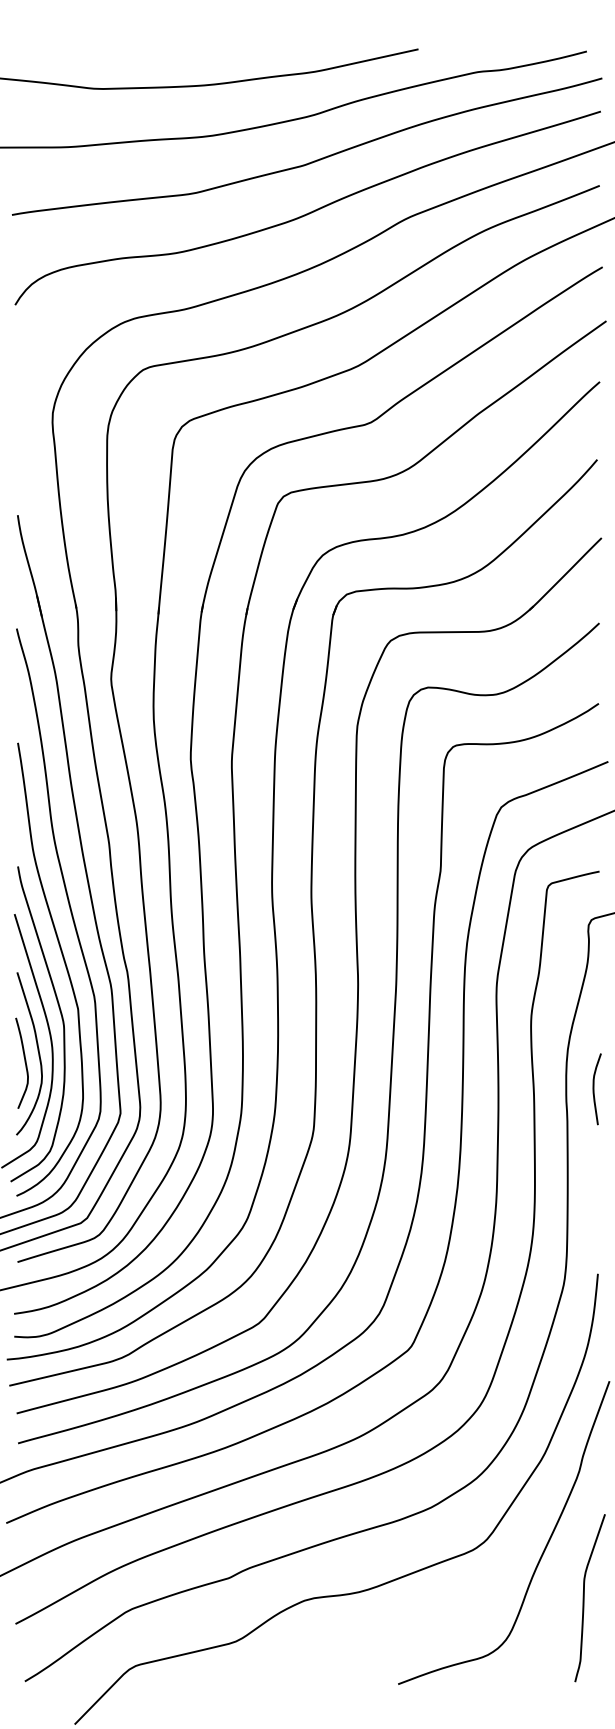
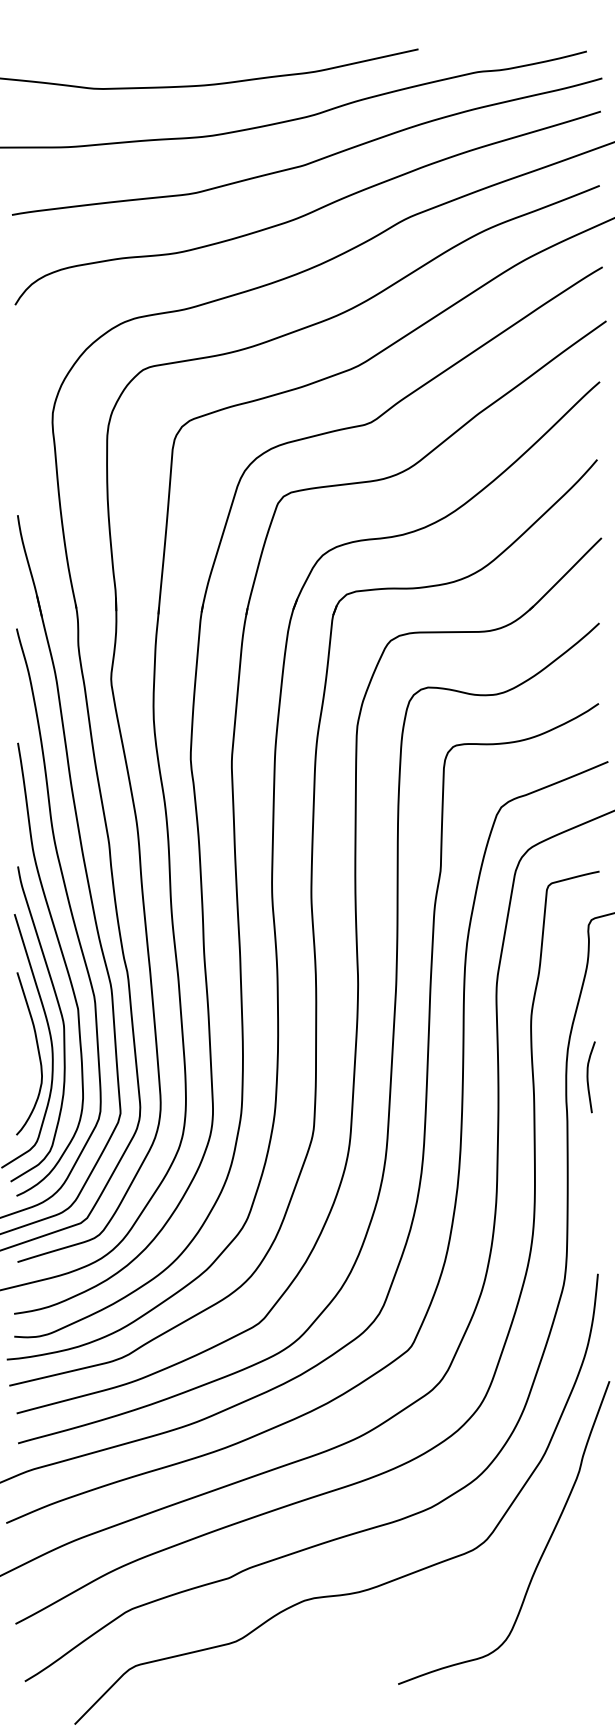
curve at (24, 1062): present -> none
curve at (594, 1089) position: (594, 1089) -> (588, 1077)
curve at (584, 1598): present -> none
